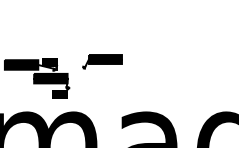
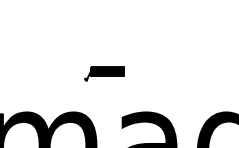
part at (102, 61) position: (102, 61) -> (104, 73)
part at (37, 78): present -> none
